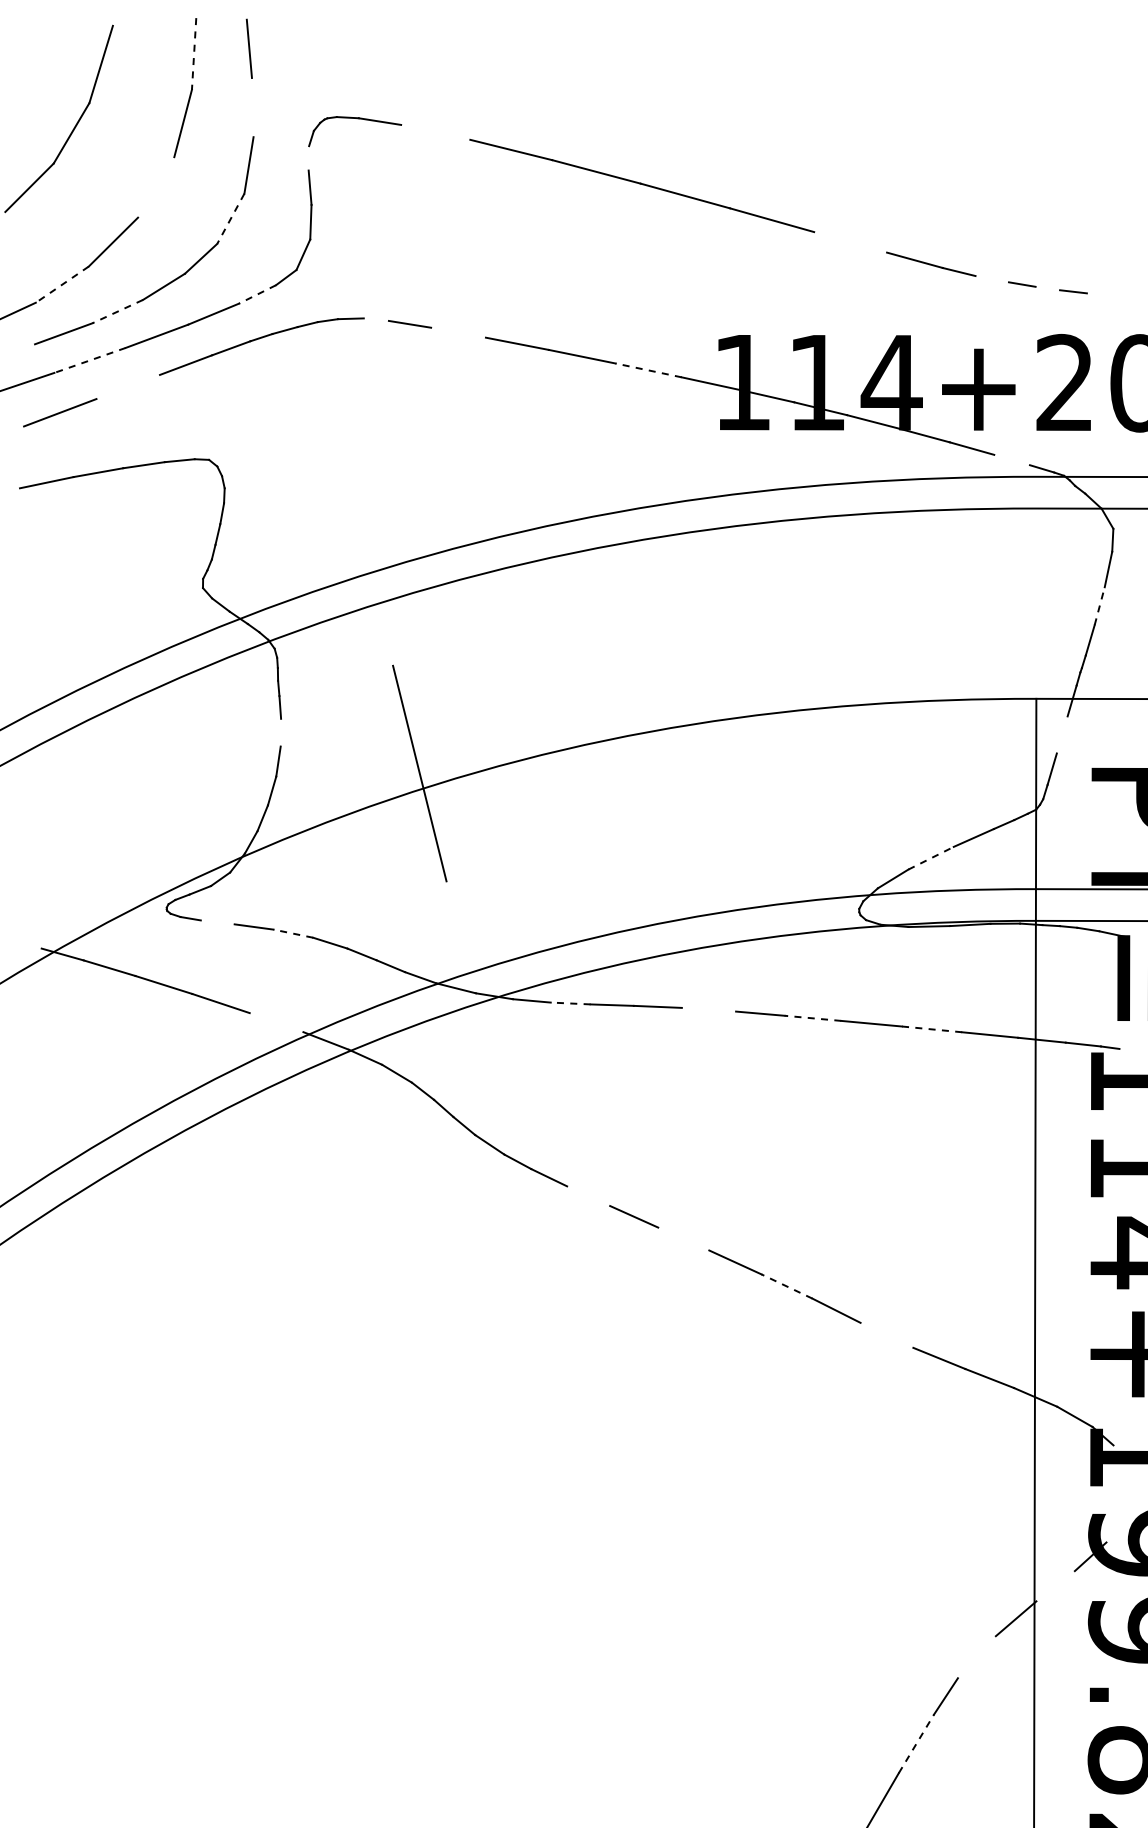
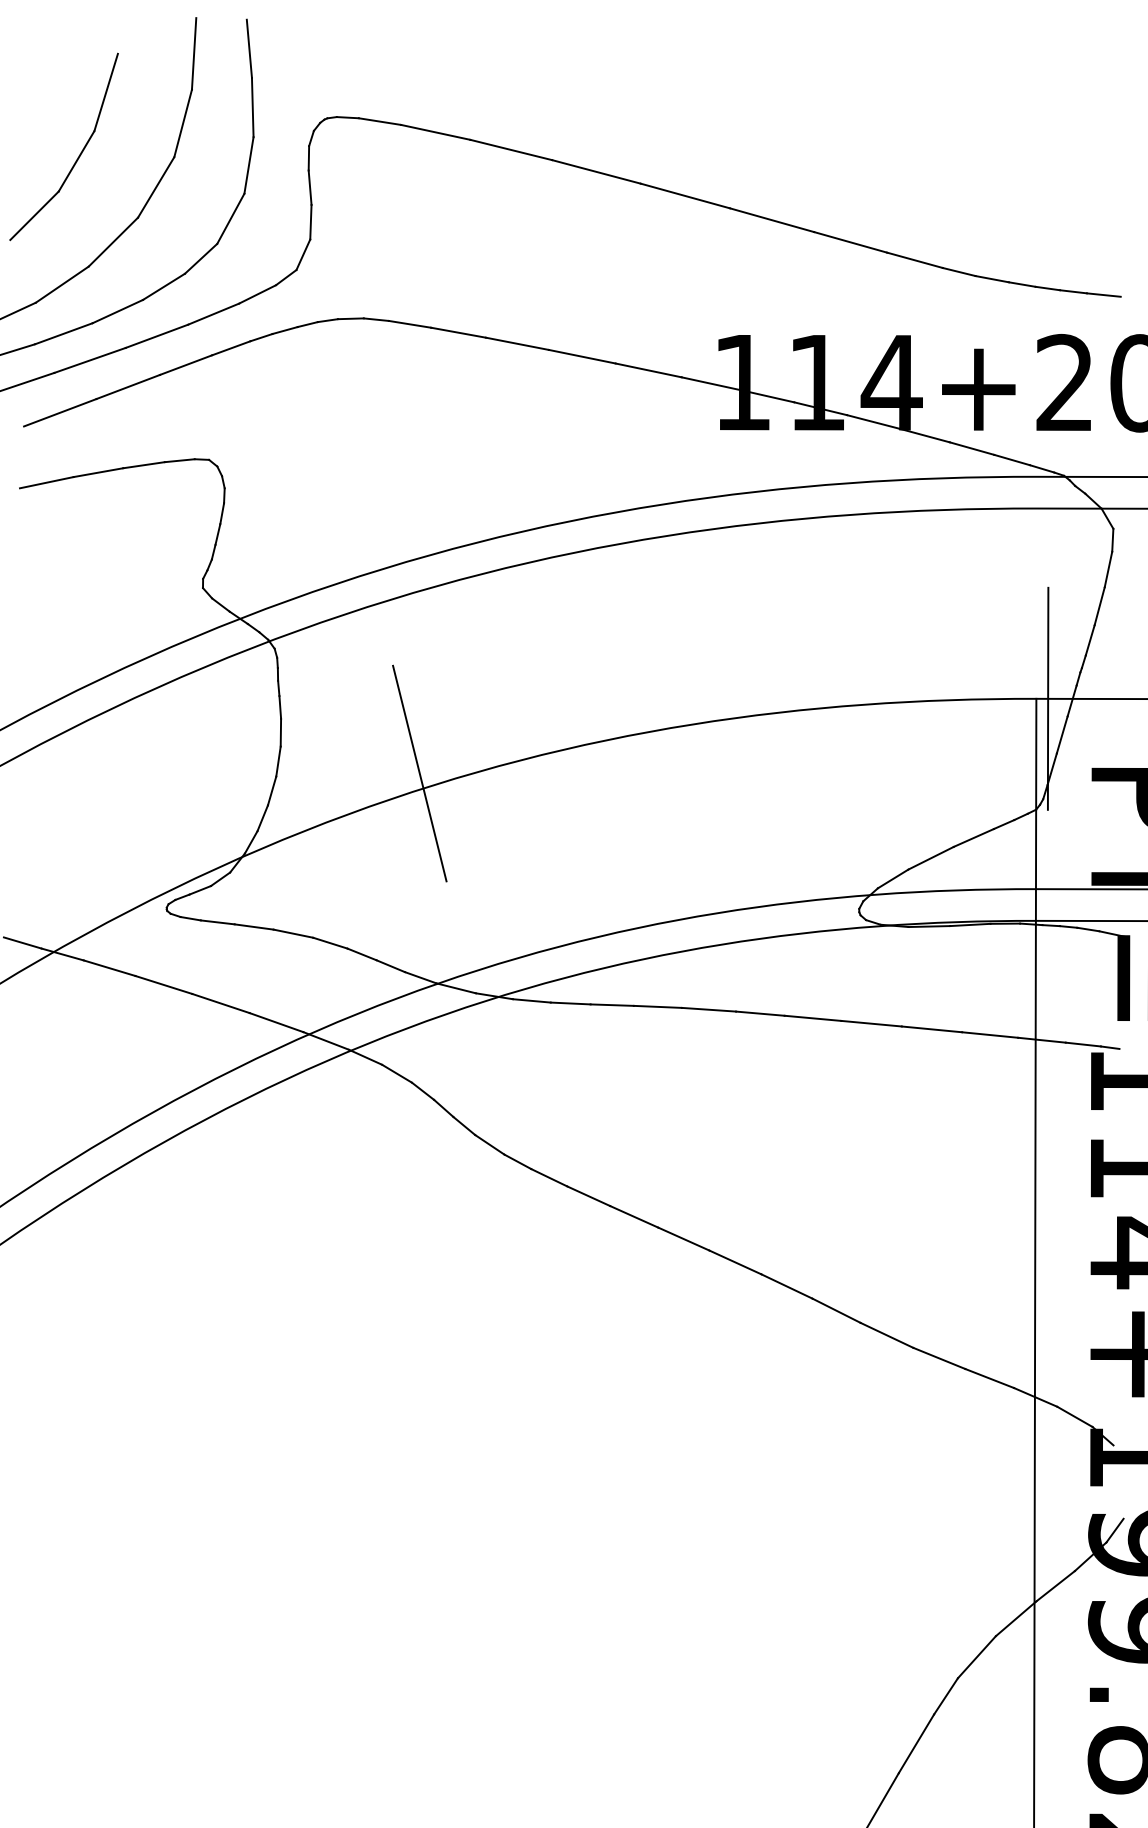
line at (194, 53): dashed -> solid
line at (252, 107): none -> present
part at (73, 127) position: (73, 127) -> (78, 155)
line at (435, 131): none -> present
line at (308, 158): none -> present
line at (156, 187): none -> present
line at (230, 218): dashed -> solid
line at (850, 242): none -> present
line at (991, 279): none -> present
line at (61, 284): dashed -> solid
line at (1047, 288): none -> present
line at (257, 294): dashed -> solid
line at (1103, 294): none -> present
line at (117, 311): dashed -> solid
line at (375, 319): none -> present
line at (458, 332): none -> present
line at (18, 349): none -> present
line at (90, 360): dashed -> solid
line at (648, 370): dashed -> solid
line at (127, 386): none -> present
line at (1011, 459): none -> present
line at (1099, 606): dashed -> solid
line at (1047, 698): none -> present
line at (280, 732): none -> present
line at (1061, 734): none -> present
line at (931, 858): dashed -> solid
line at (217, 922): none -> present
line at (292, 933): dashed -> solid
line at (22, 942): none -> present
line at (570, 1003): dashed -> solid
line at (708, 1009): none -> present
line at (812, 1018): dashed -> solid
line at (276, 1022): none -> present
line at (931, 1029): dashed -> solid
line at (588, 1196): none -> present
line at (683, 1238): none -> present
line at (786, 1286): dashed -> solid
line at (886, 1334): none -> present
line at (1114, 1530): none -> present
line at (1055, 1586): none -> present
line at (976, 1657): none -> present
line at (916, 1743): dashed -> solid
